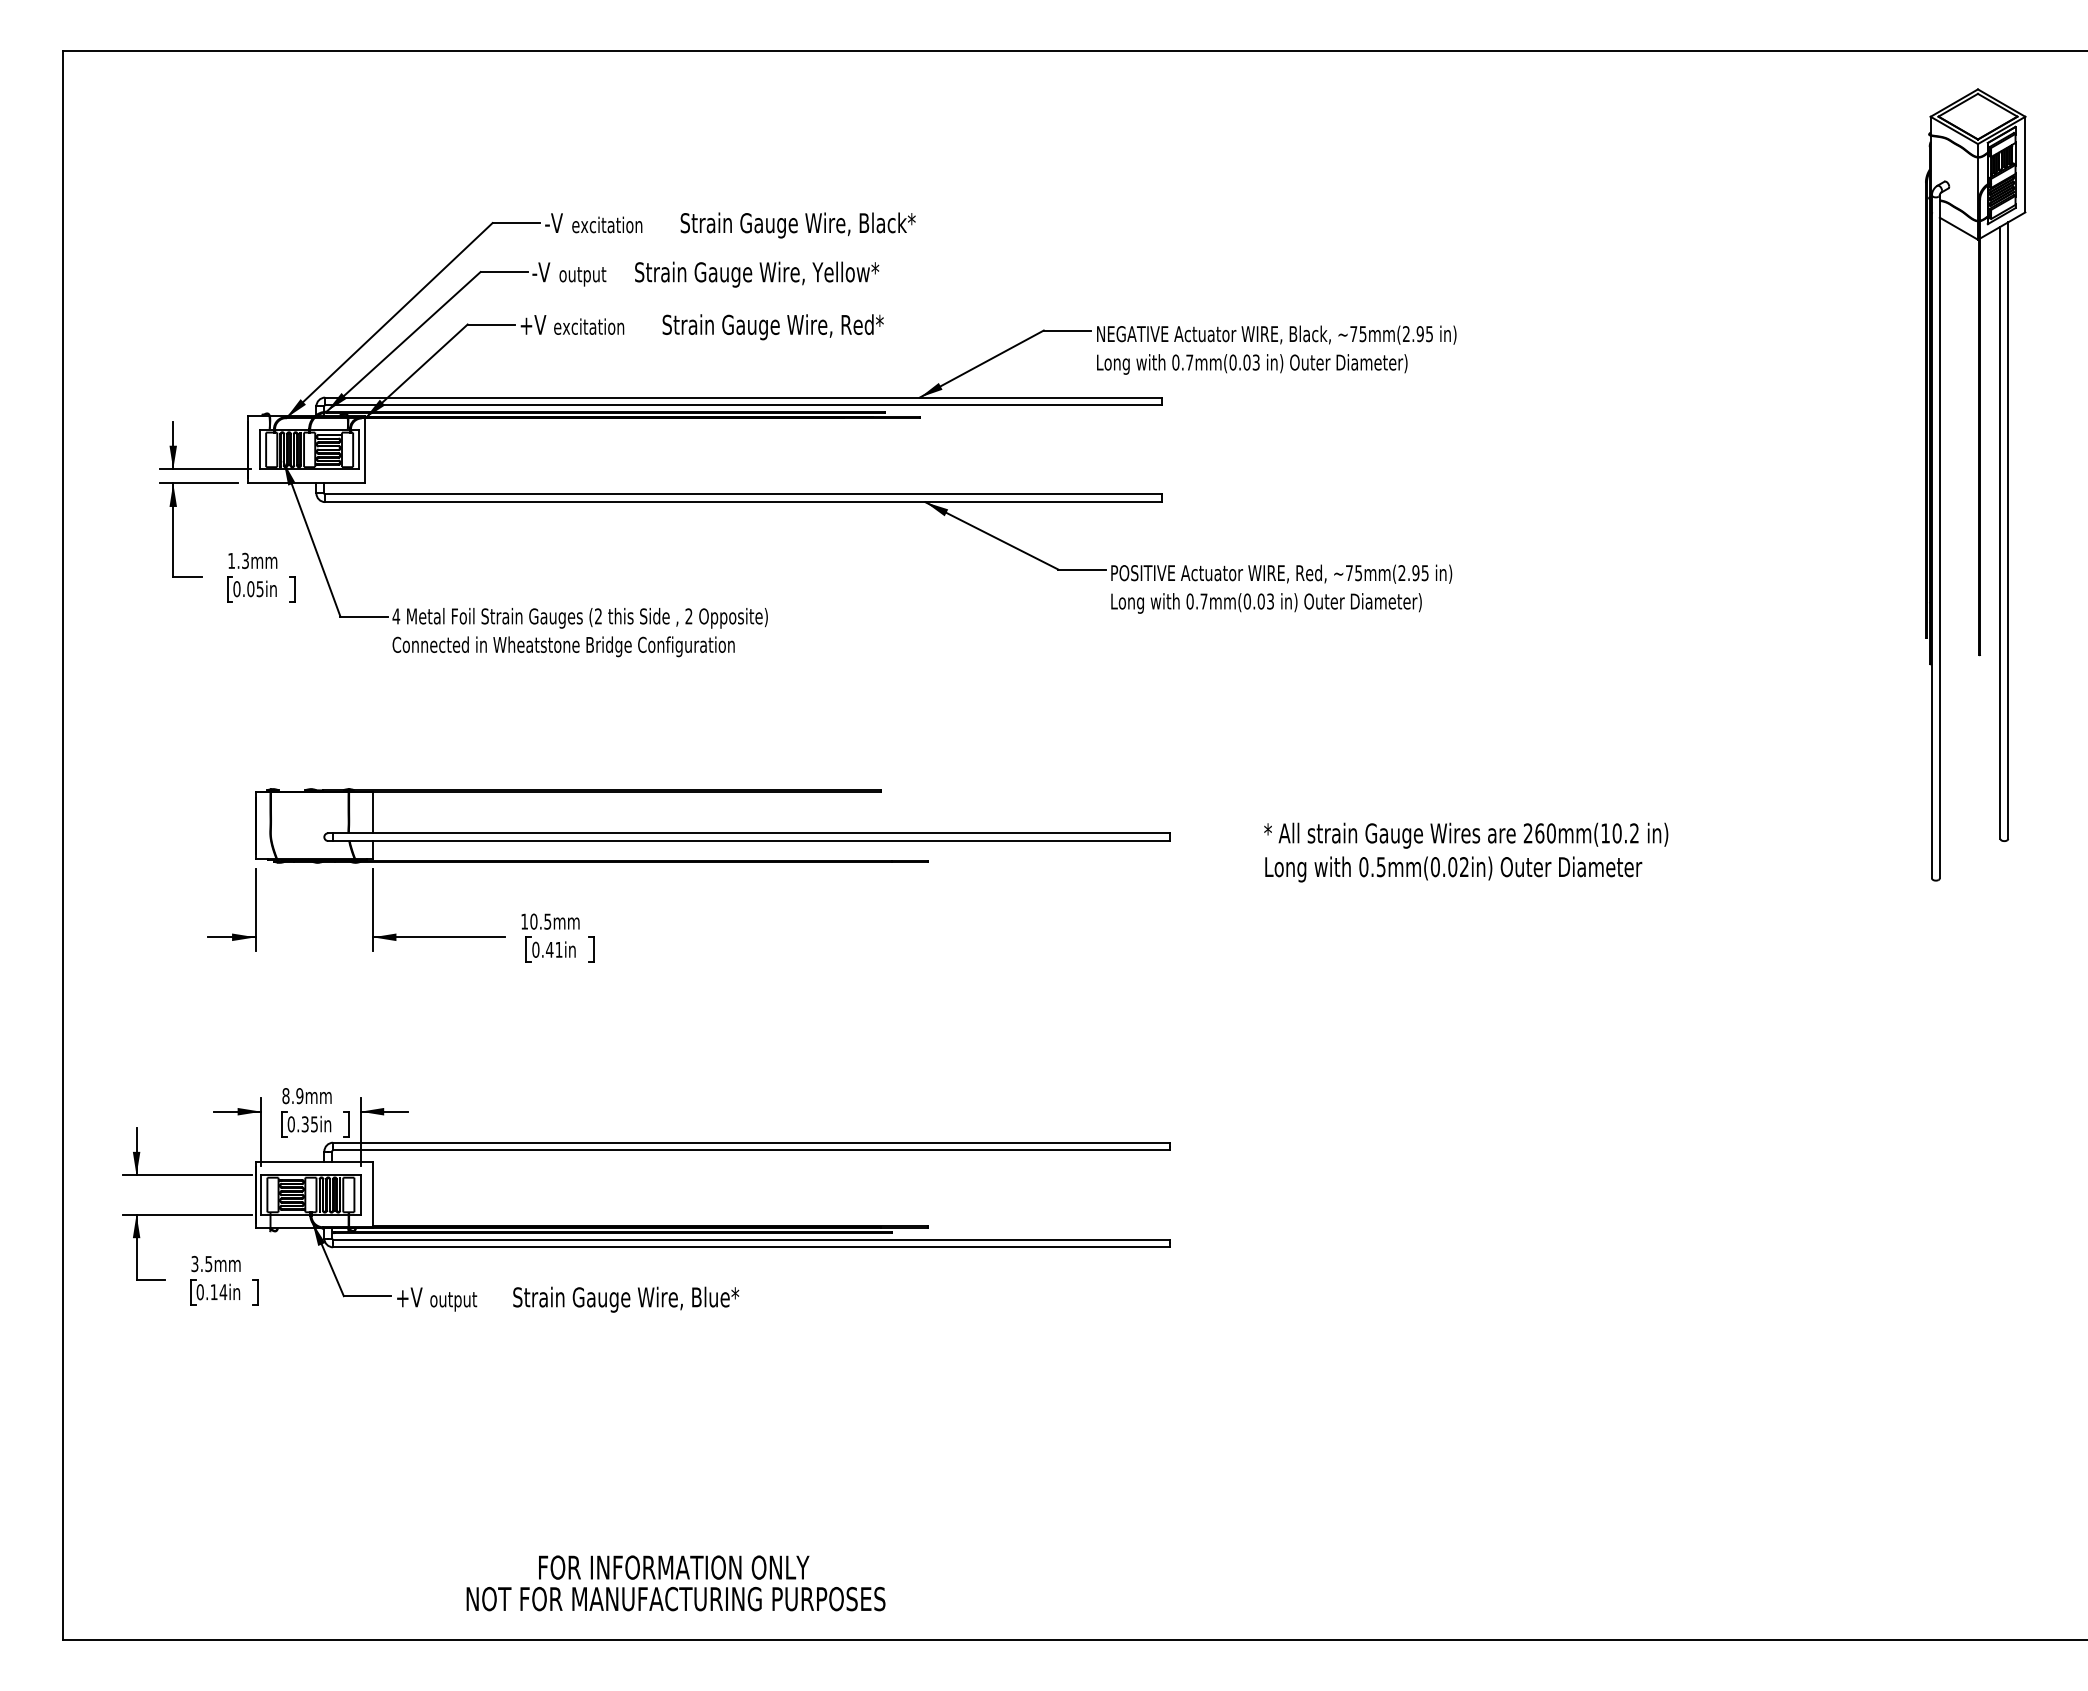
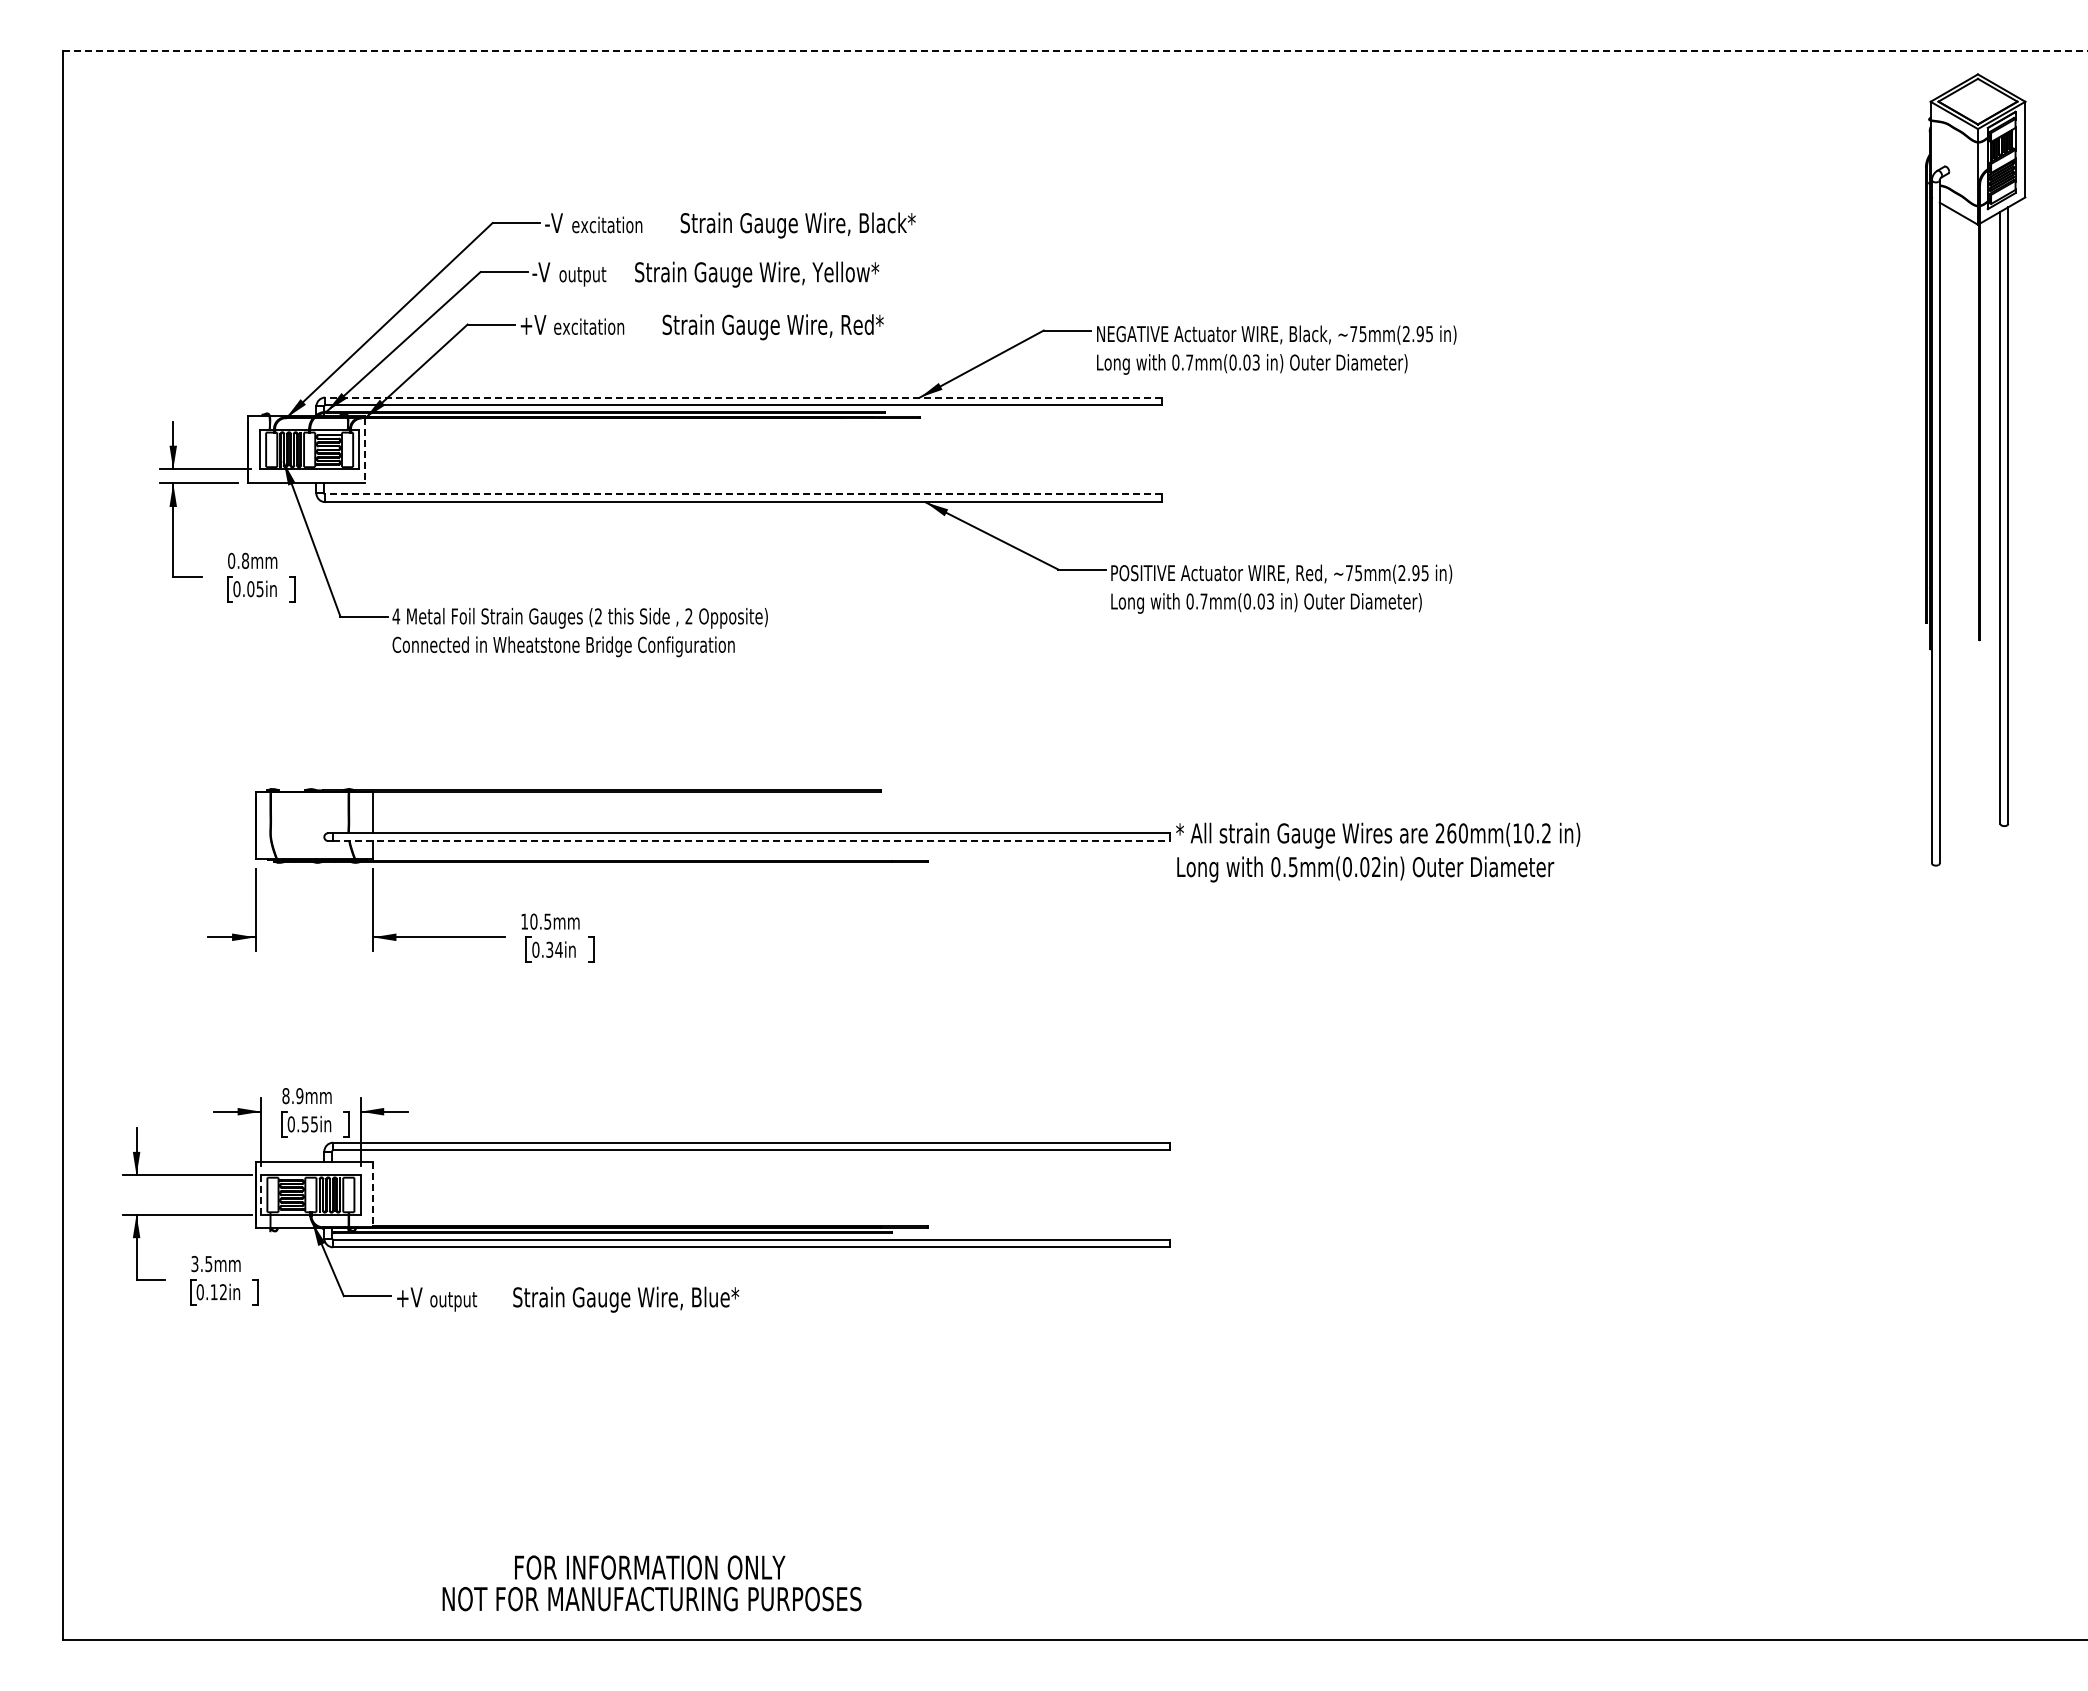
line at (1075, 50): solid -> dashed
line at (743, 397): solid -> dashed
line at (364, 451): solid -> dashed
part at (1975, 484) position: (1975, 484) -> (1975, 469)
line at (743, 494): solid -> dashed
text at (238, 560): 1.3mm -> 0.8mm
line at (752, 840): solid -> dashed
text at (1466, 852) position: (1466, 852) -> (1378, 852)
text at (553, 949): 0.41in -> 0.34in
text at (305, 1123): 0.35in -> 0.55in
line at (261, 1194): solid -> dashed
line at (372, 1194): solid -> dashed
text at (223, 1292): 0.14in -> 0.12in
text at (675, 1583) position: (675, 1583) -> (651, 1583)
